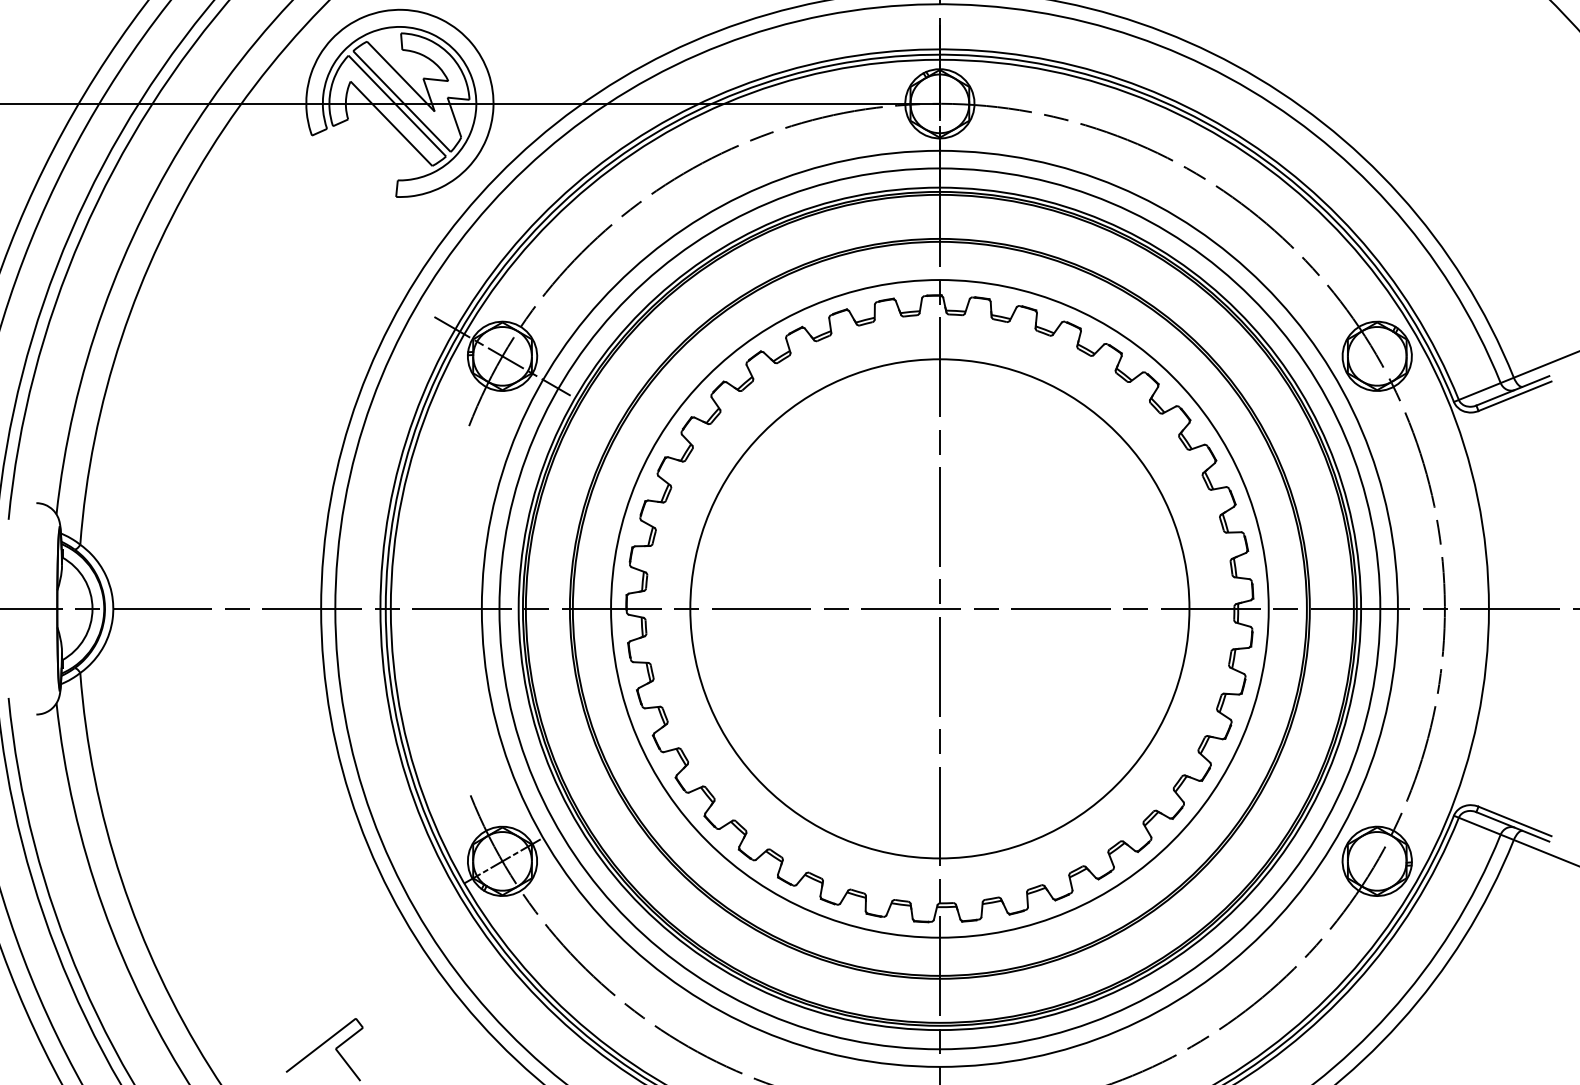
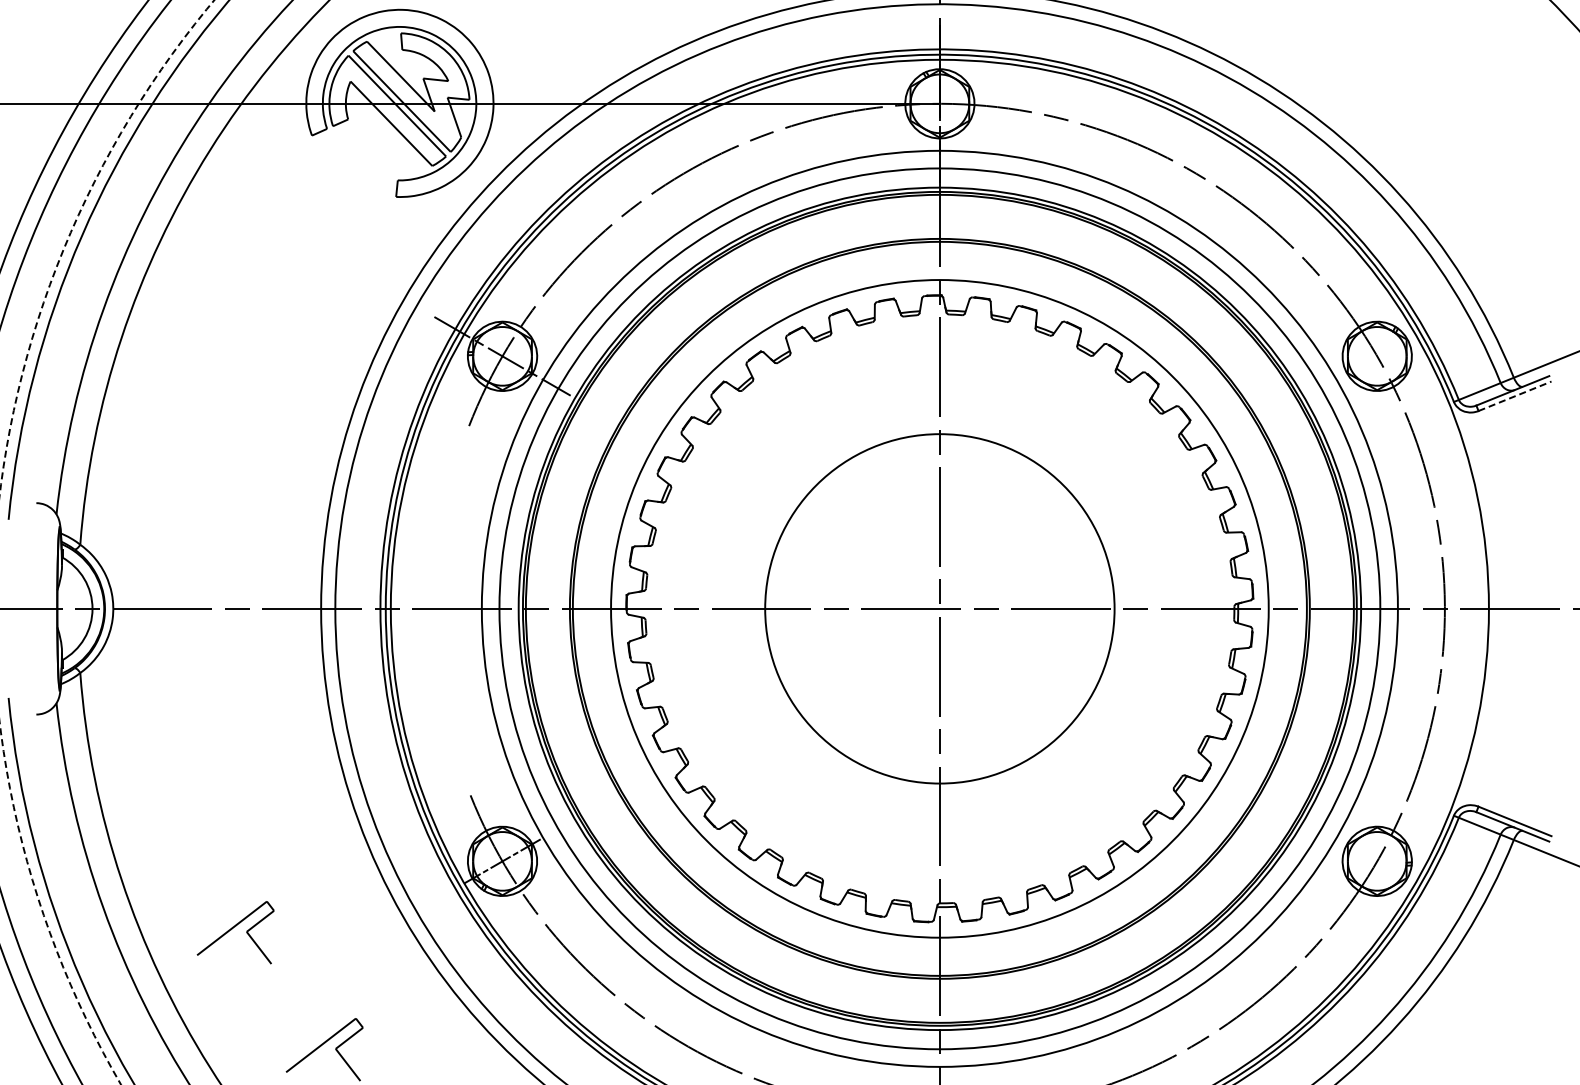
arc at (71, 231): solid -> dashed
line at (1515, 396): solid -> dashed
circle at (939, 608) diameter: 499 px -> 349 px
arc at (42, 910): solid -> dashed
part at (235, 932): none -> present
